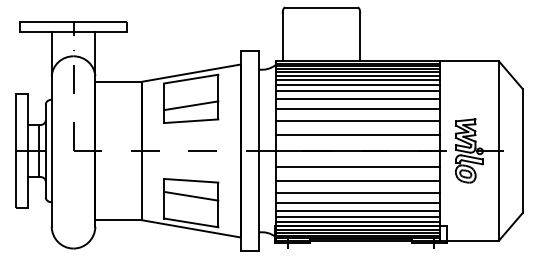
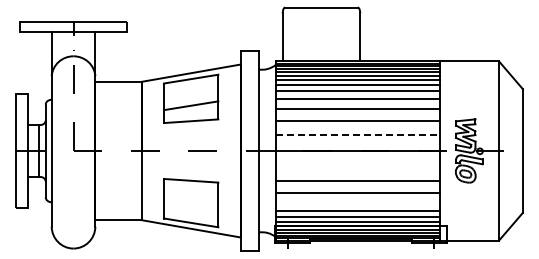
line at (357, 134): solid -> dashed
line at (357, 167): present -> none
line at (191, 195): present -> none
line at (357, 203): present -> none
